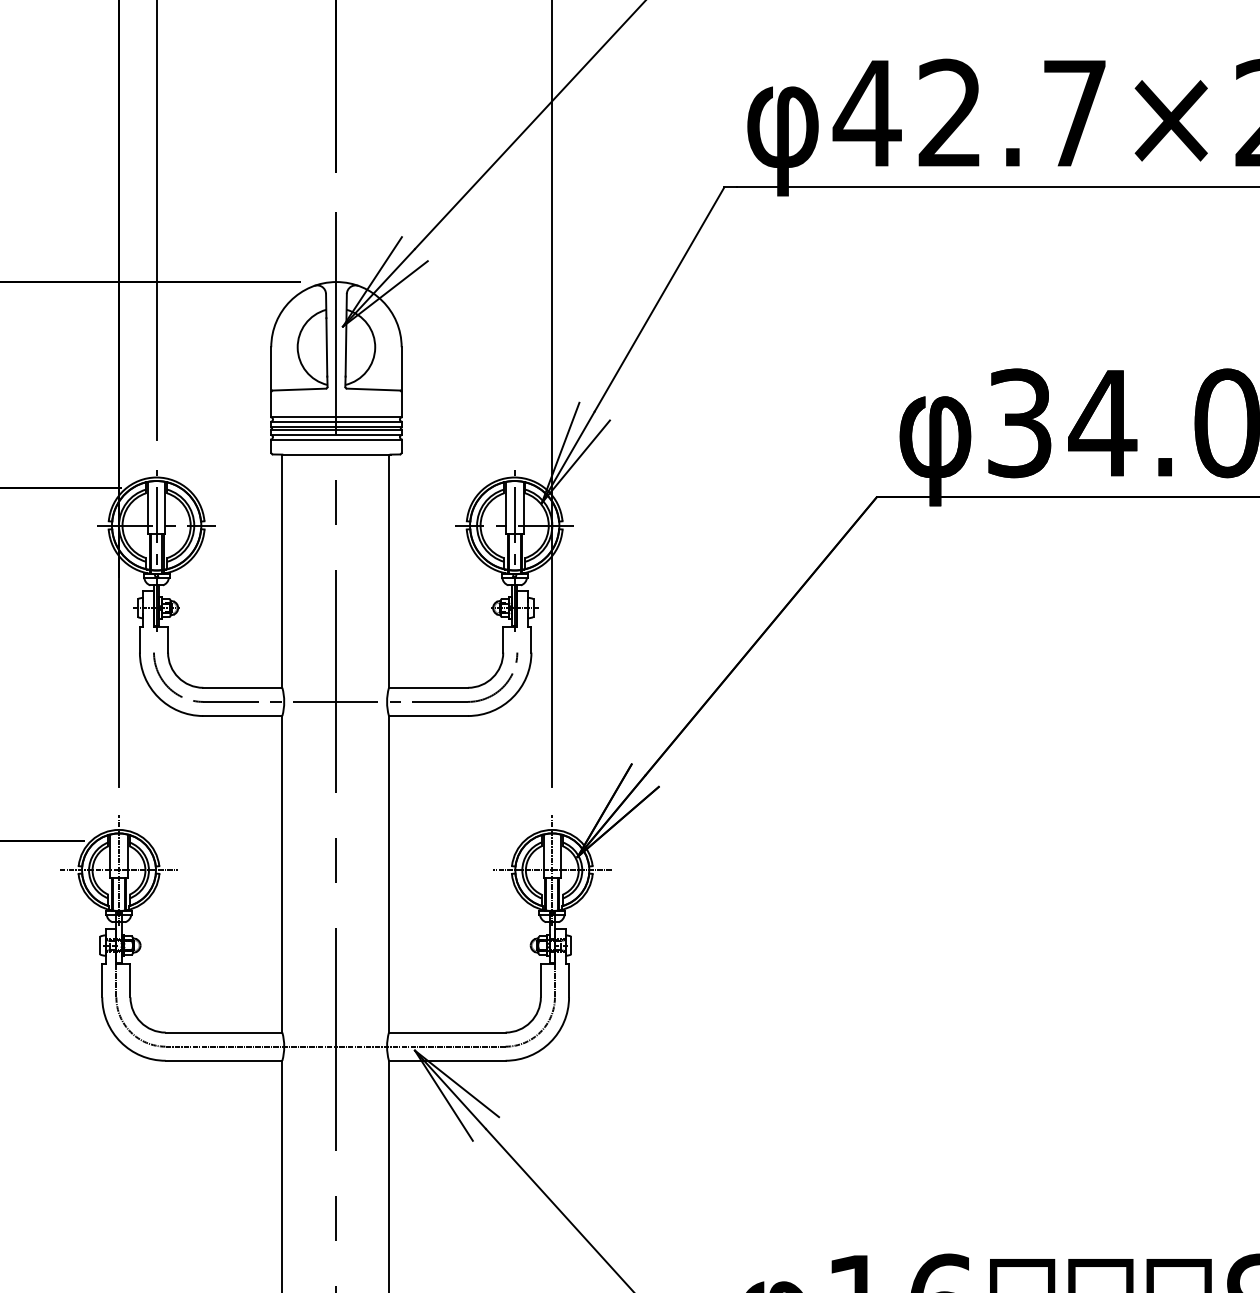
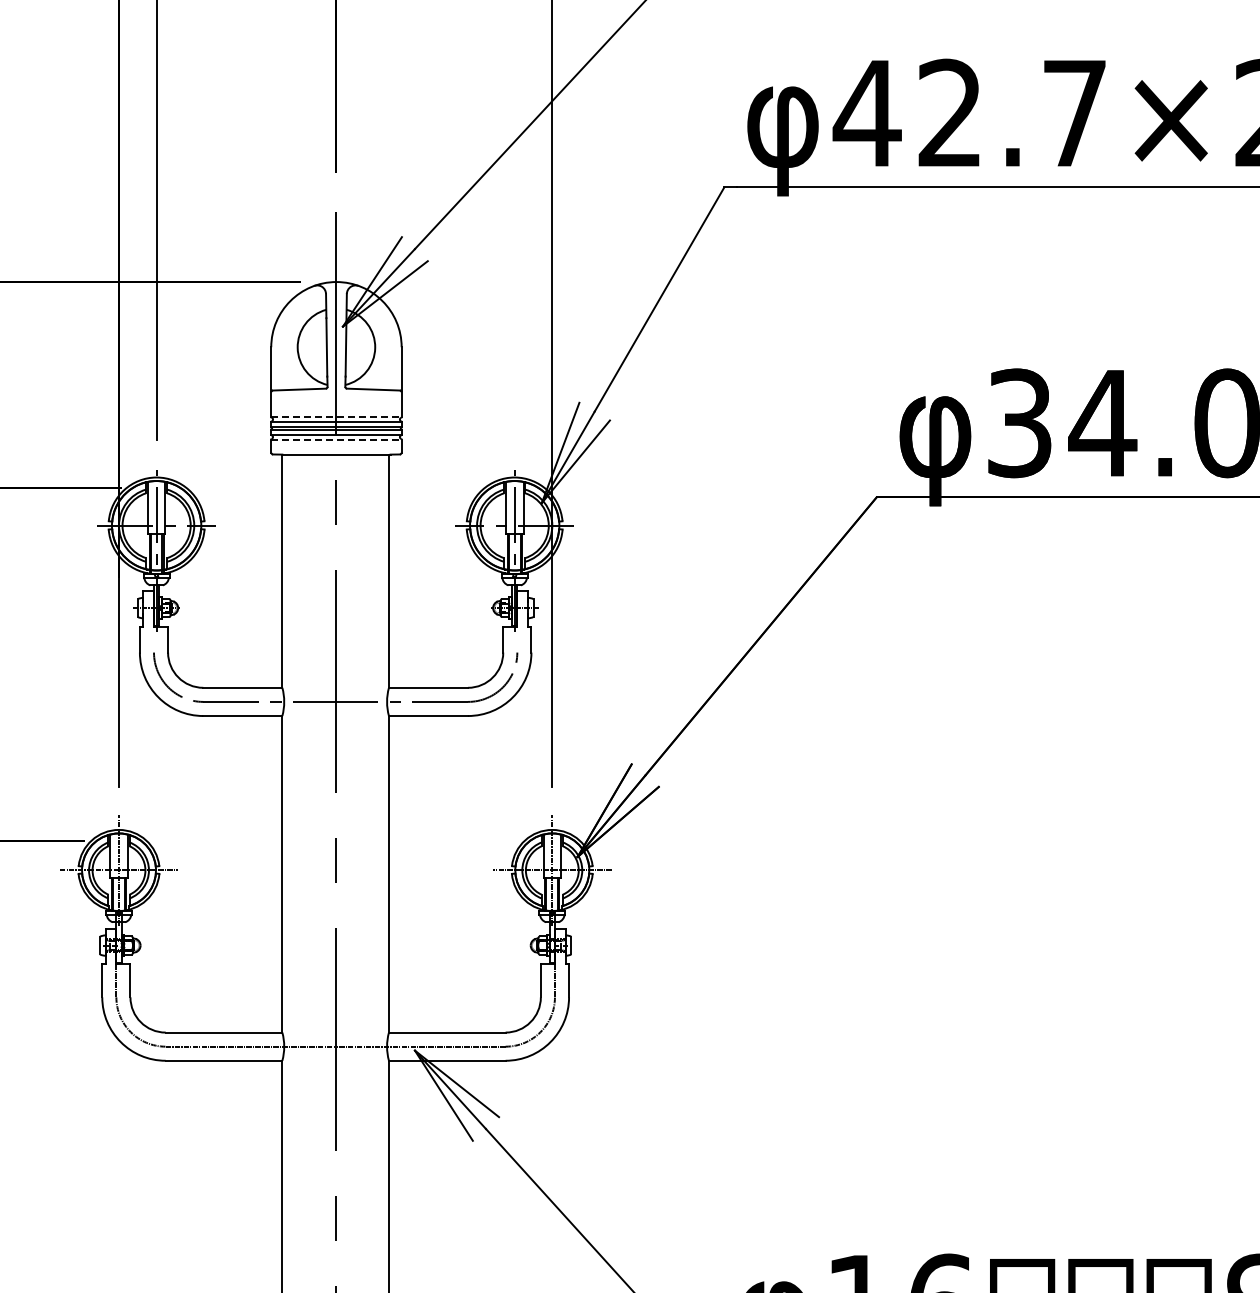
line at (336, 417): solid -> dashed
line at (336, 439): solid -> dashed
